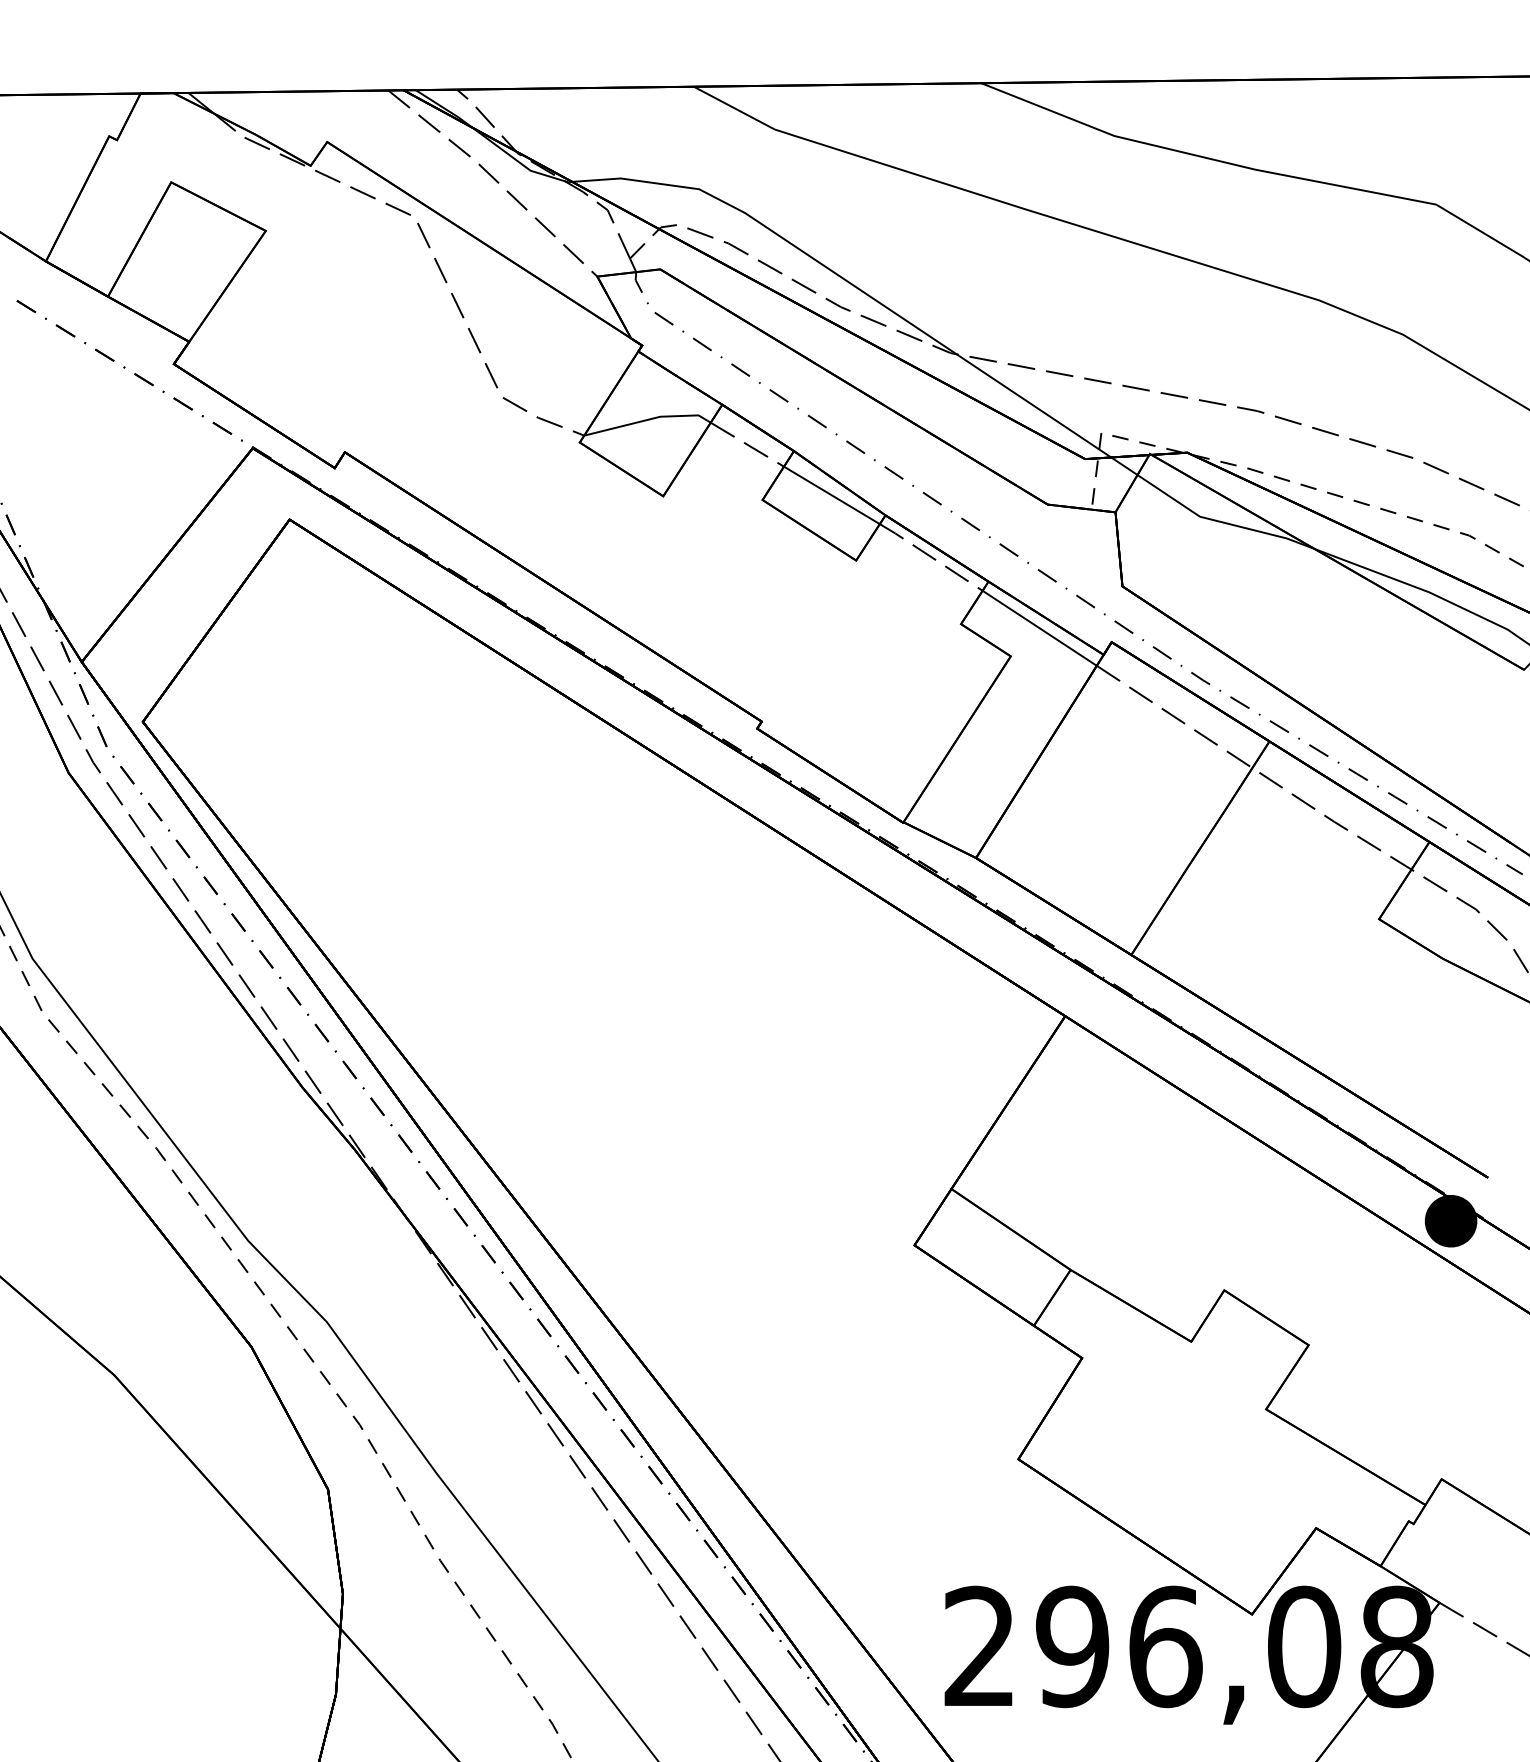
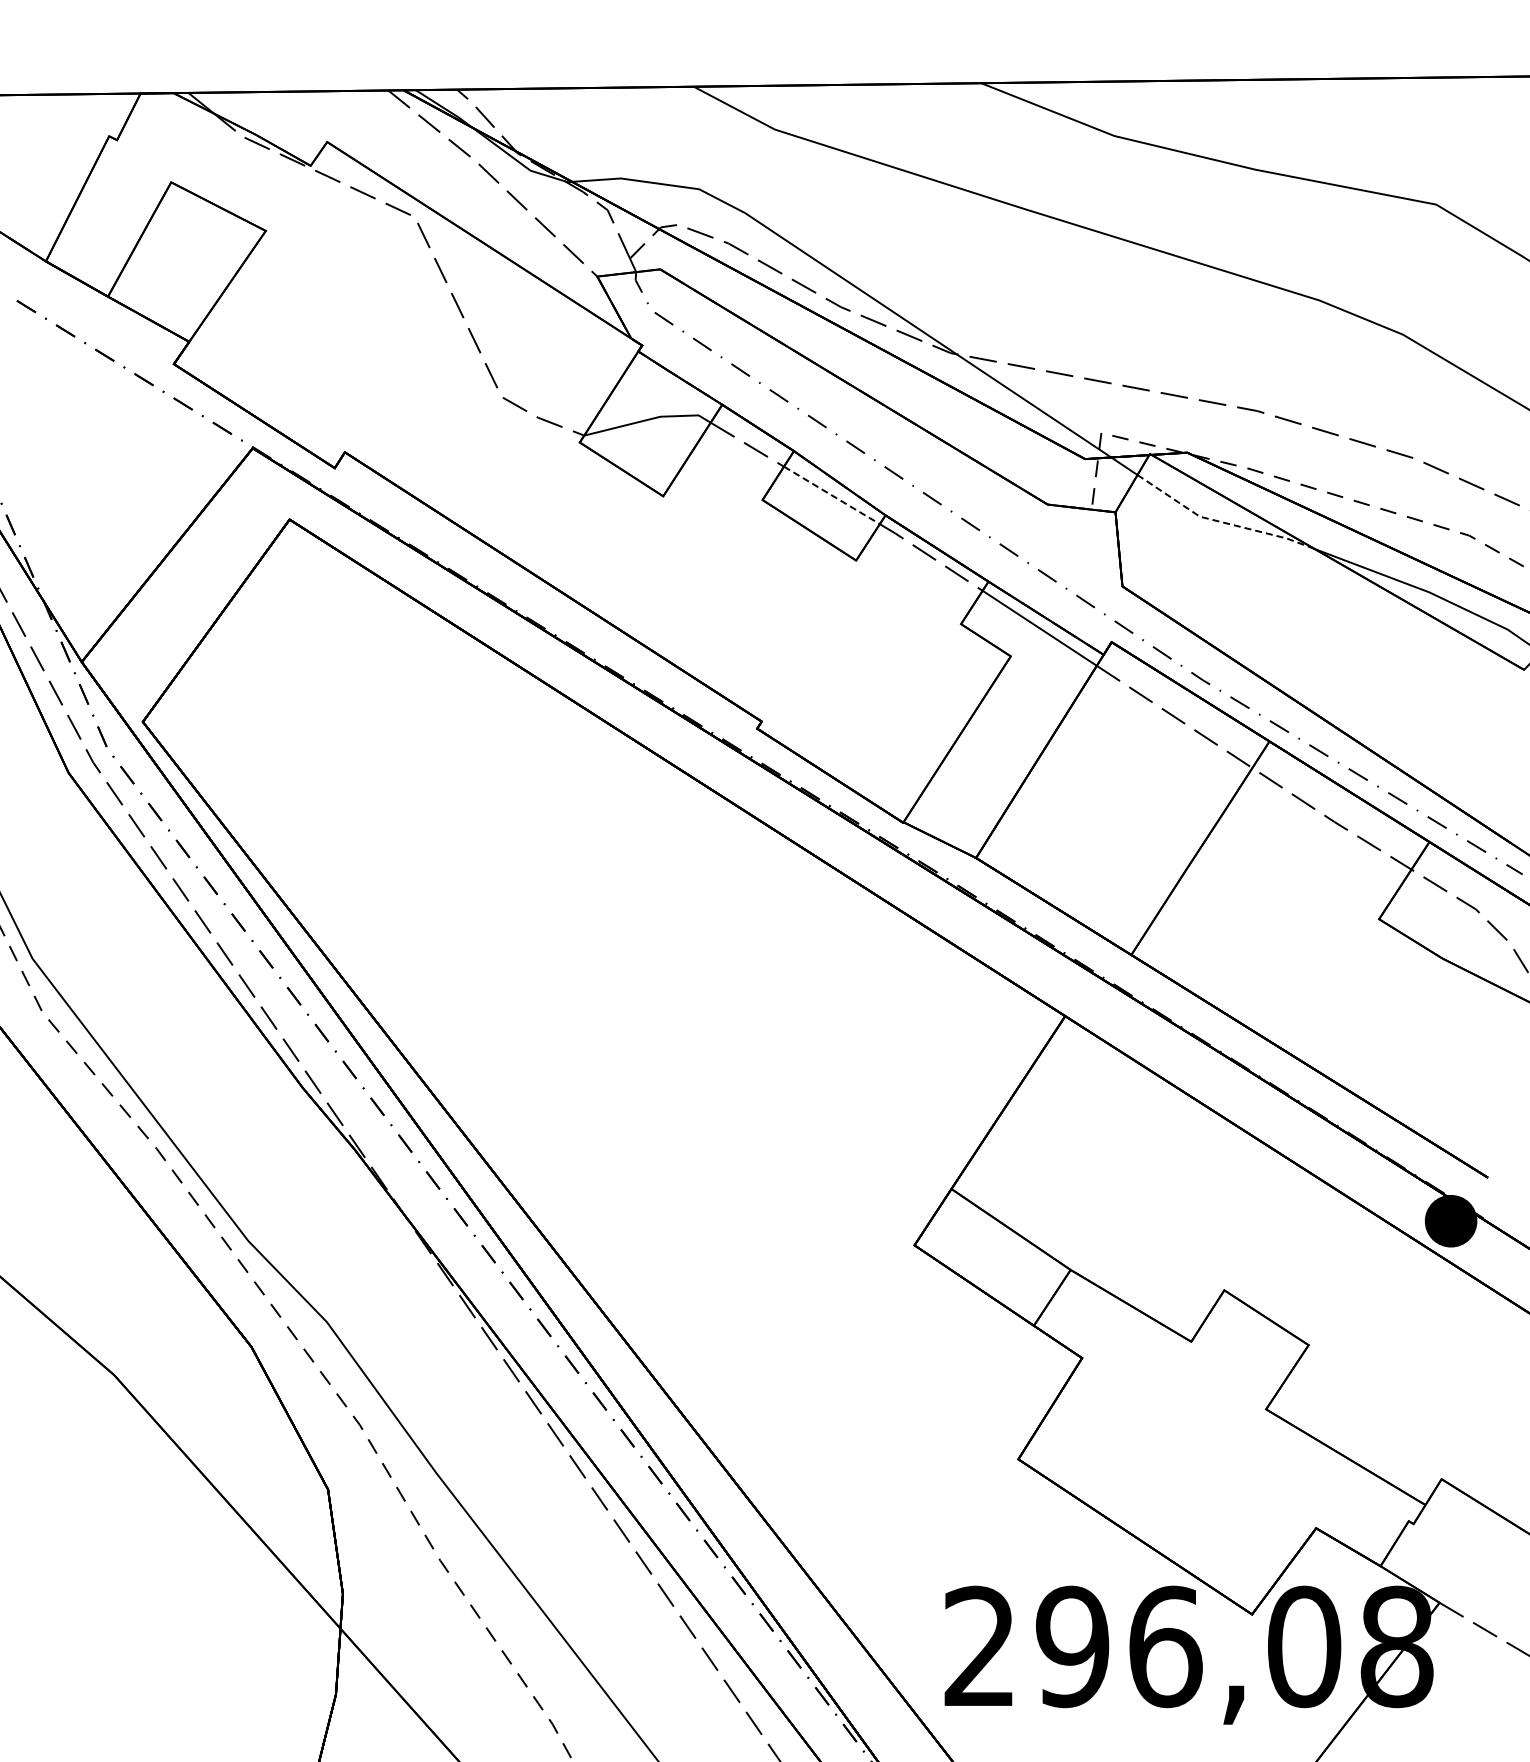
line at (831, 495): solid -> dashed
line at (1221, 522): solid -> dashed
